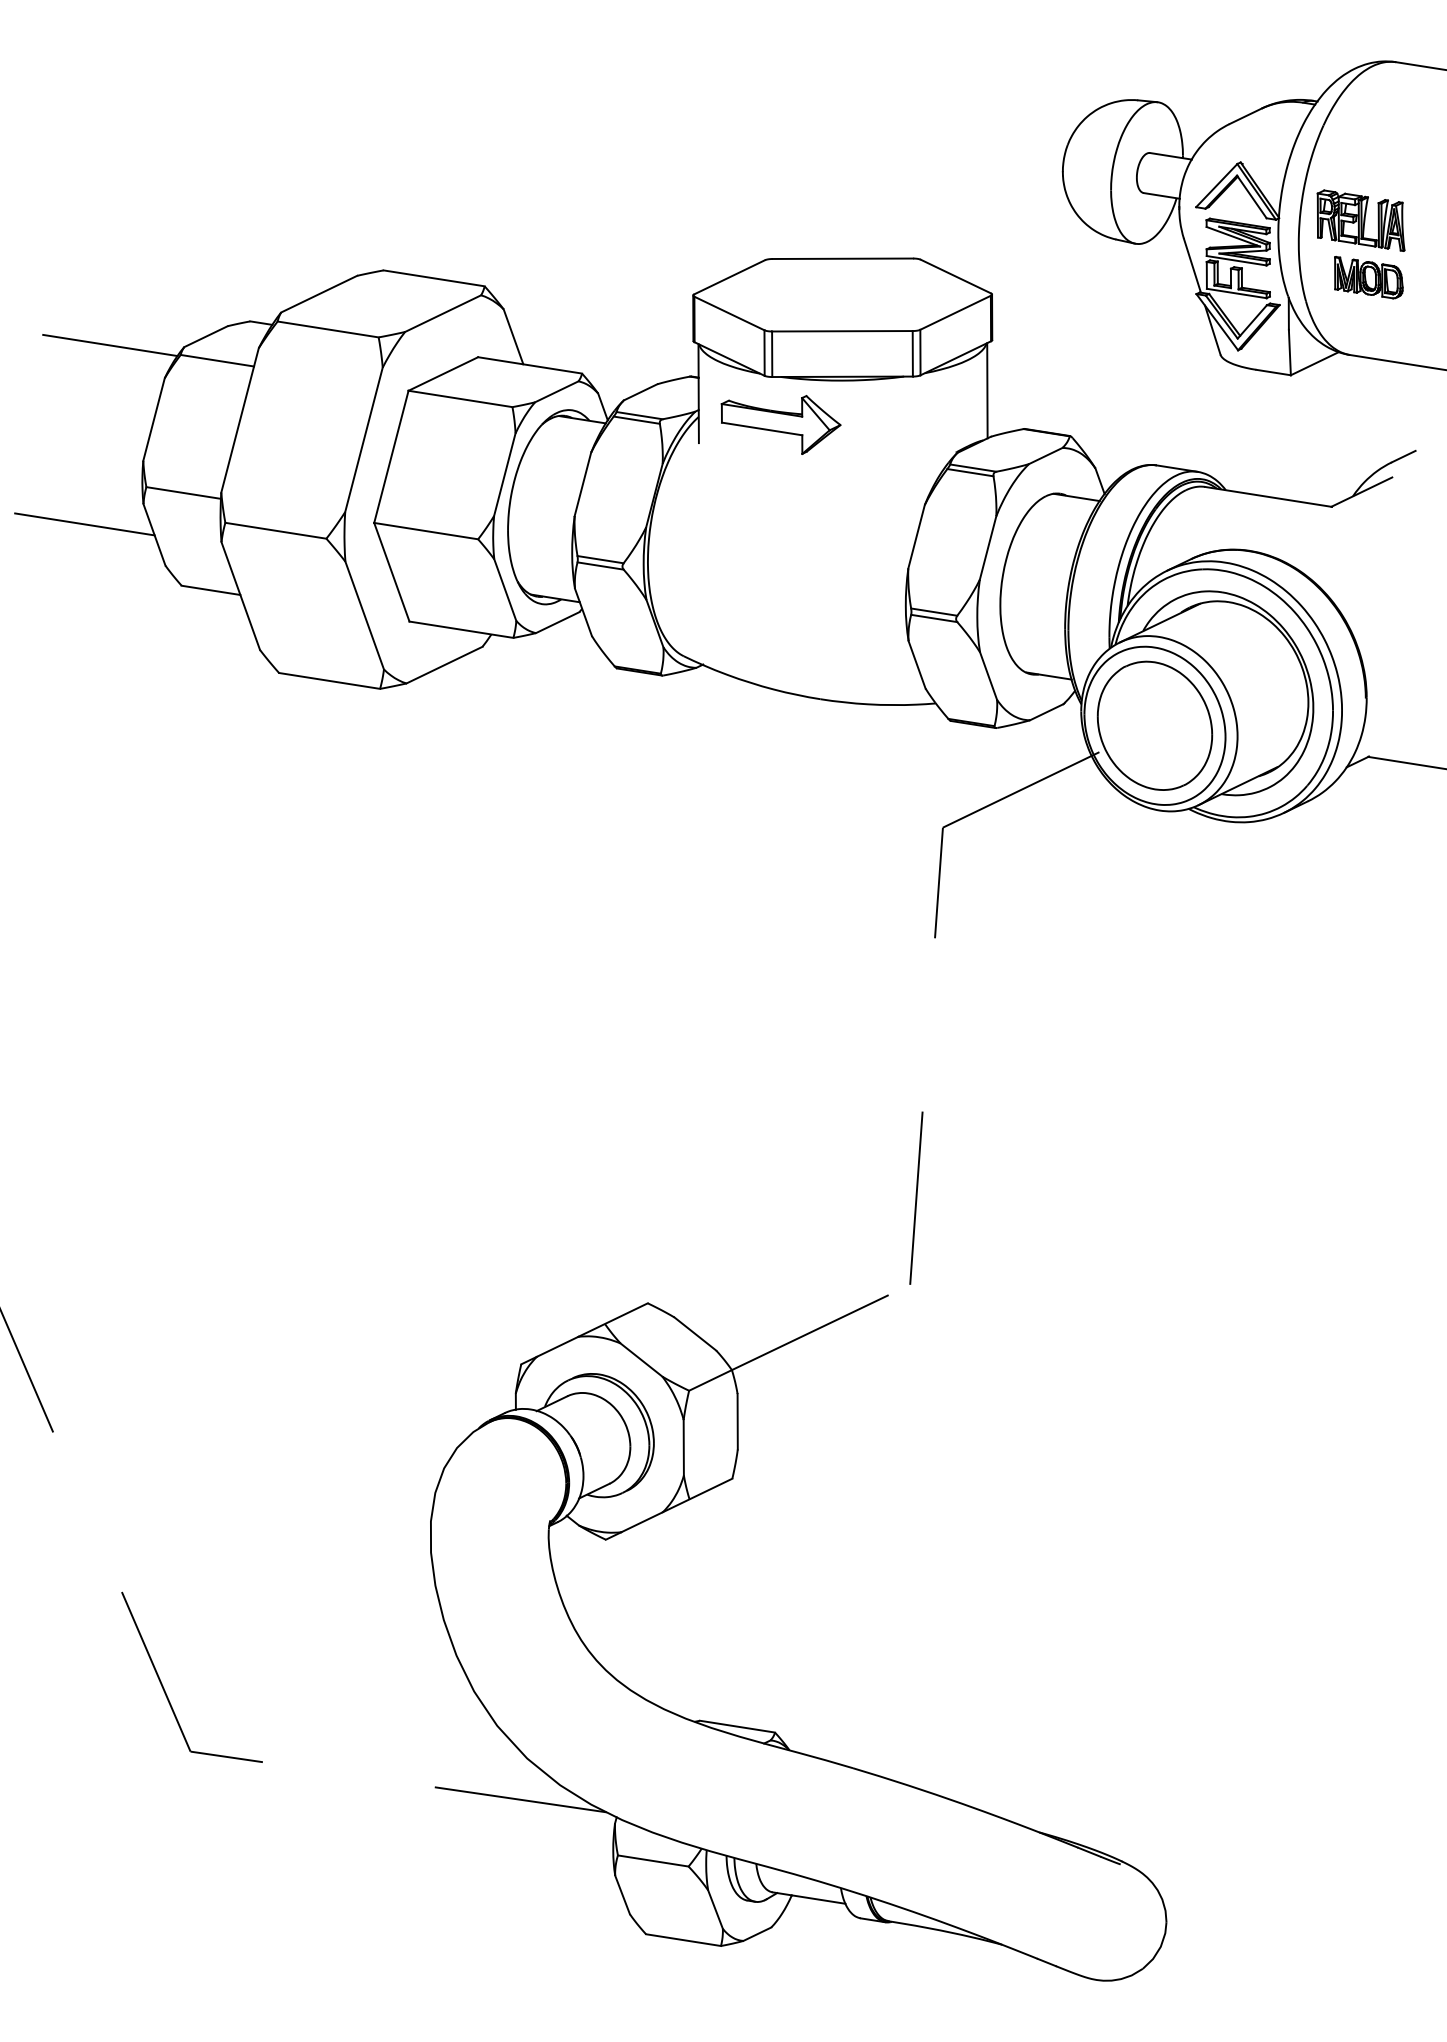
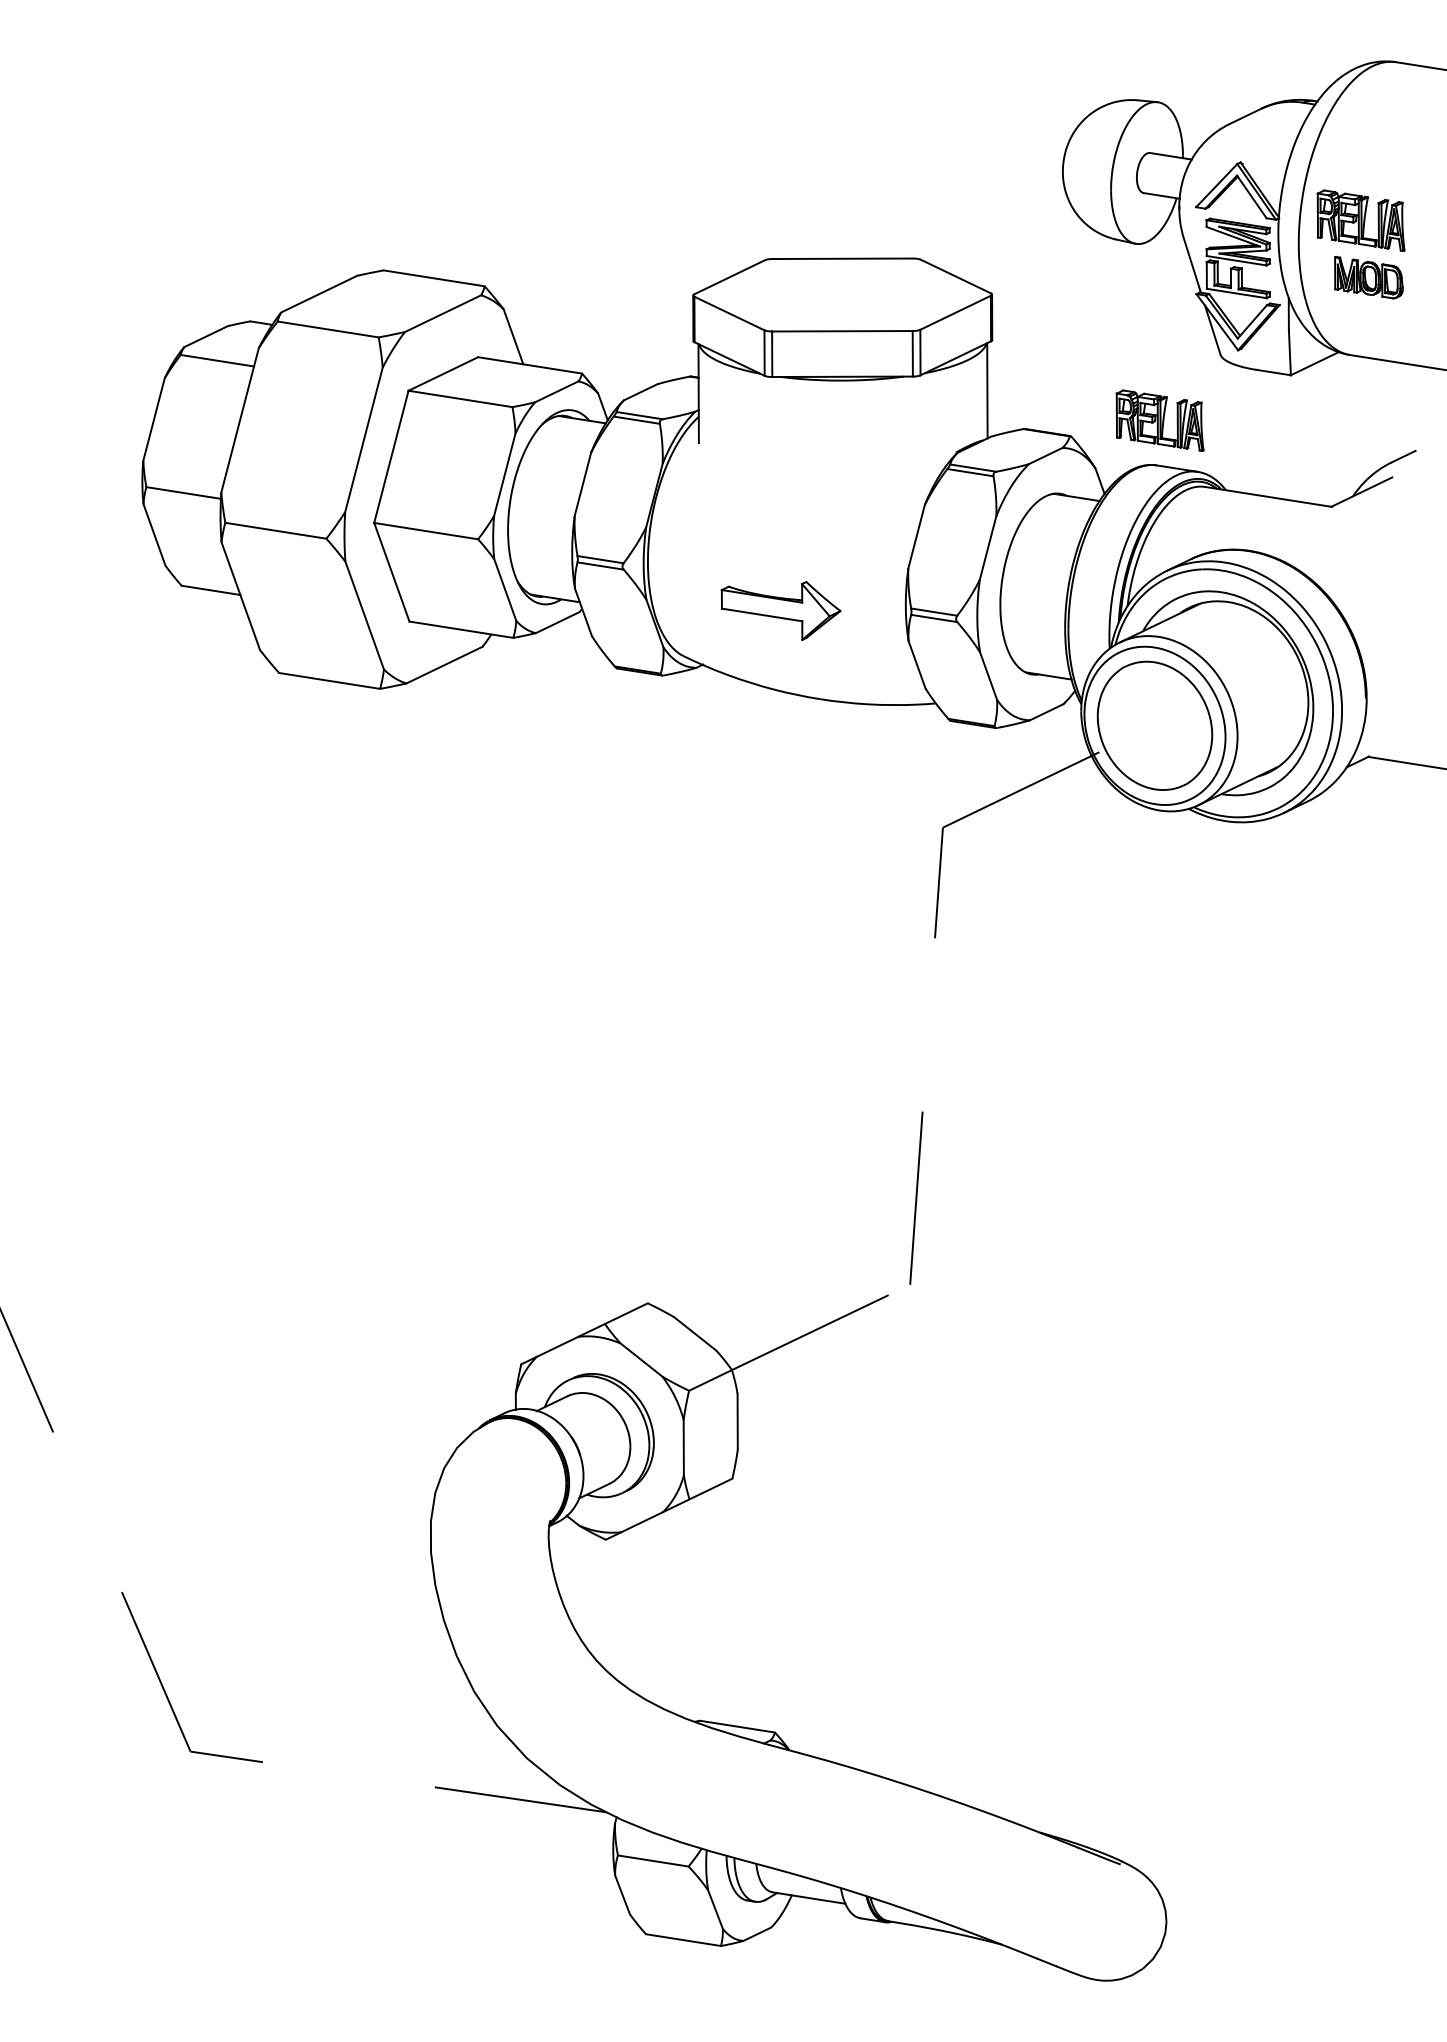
line at (110, 345): present -> none
part at (1159, 420): none -> present
part at (780, 424) position: (780, 424) -> (780, 610)
line at (84, 524): present -> none
